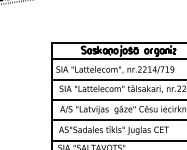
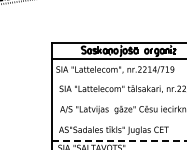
line at (117, 79): present -> none
line at (117, 100): present -> none
line at (117, 120): present -> none
line at (119, 140): solid -> dashed
